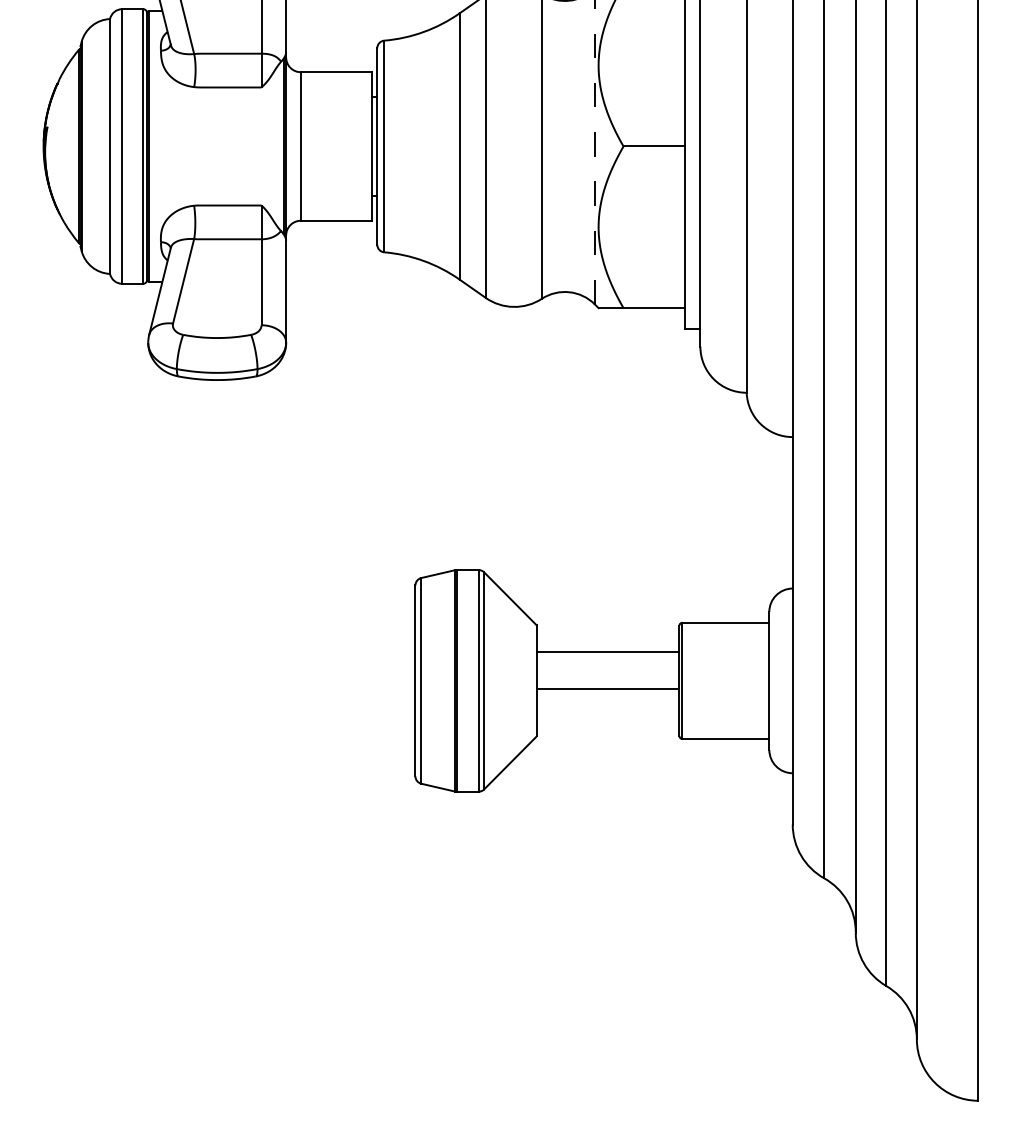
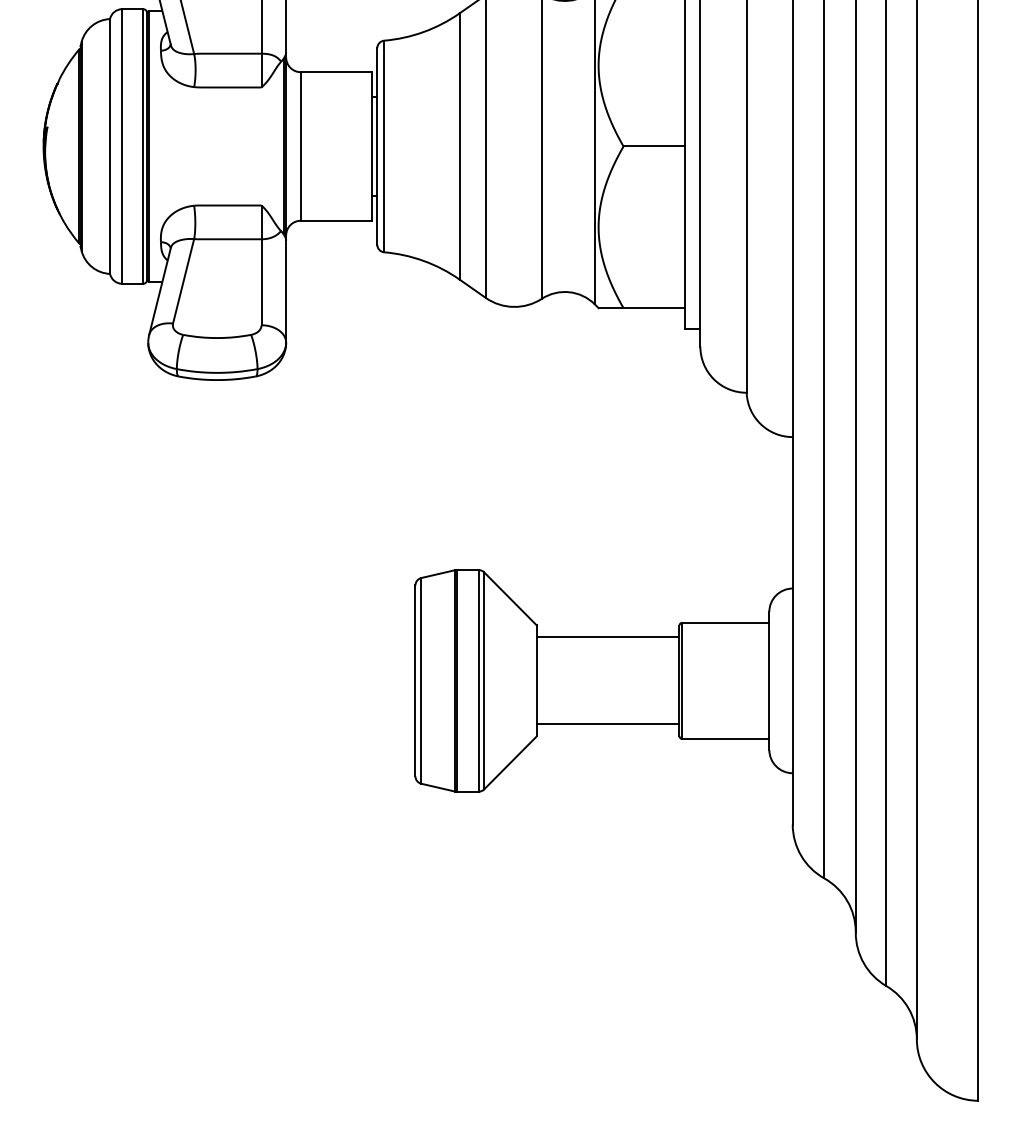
line at (594, 152): dashed -> solid
line at (607, 652) position: (607, 652) -> (607, 637)
line at (607, 689) position: (607, 689) -> (607, 724)
